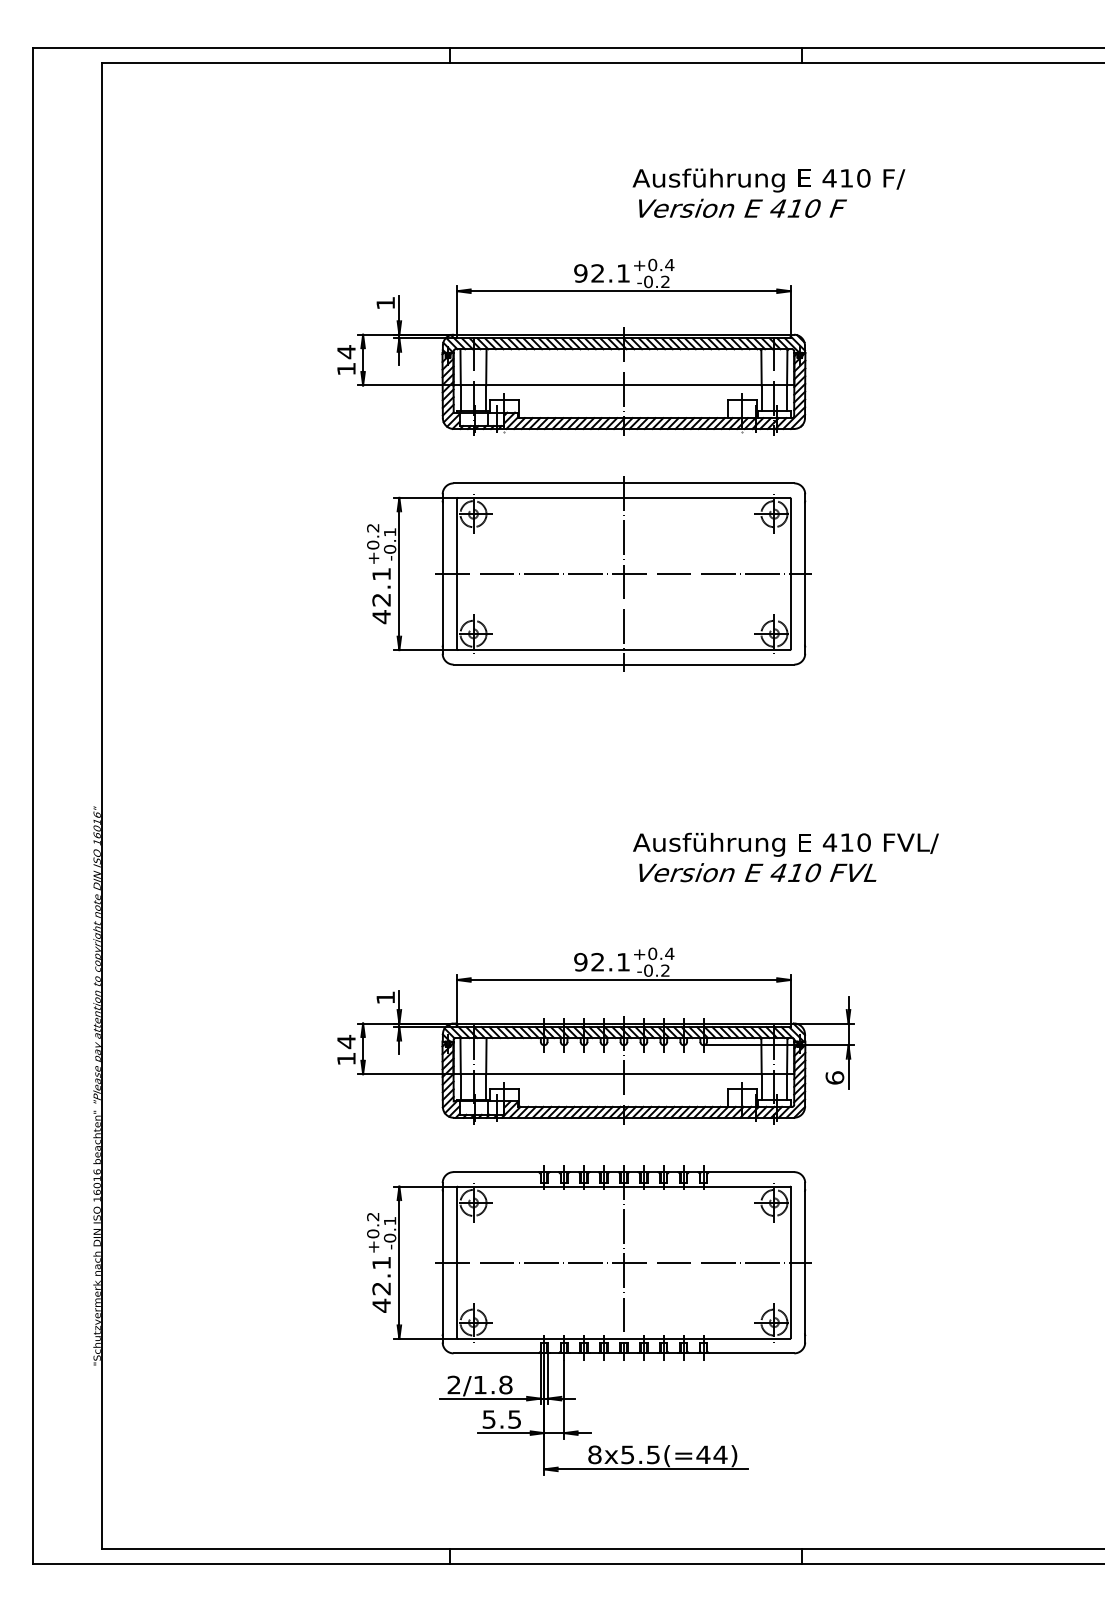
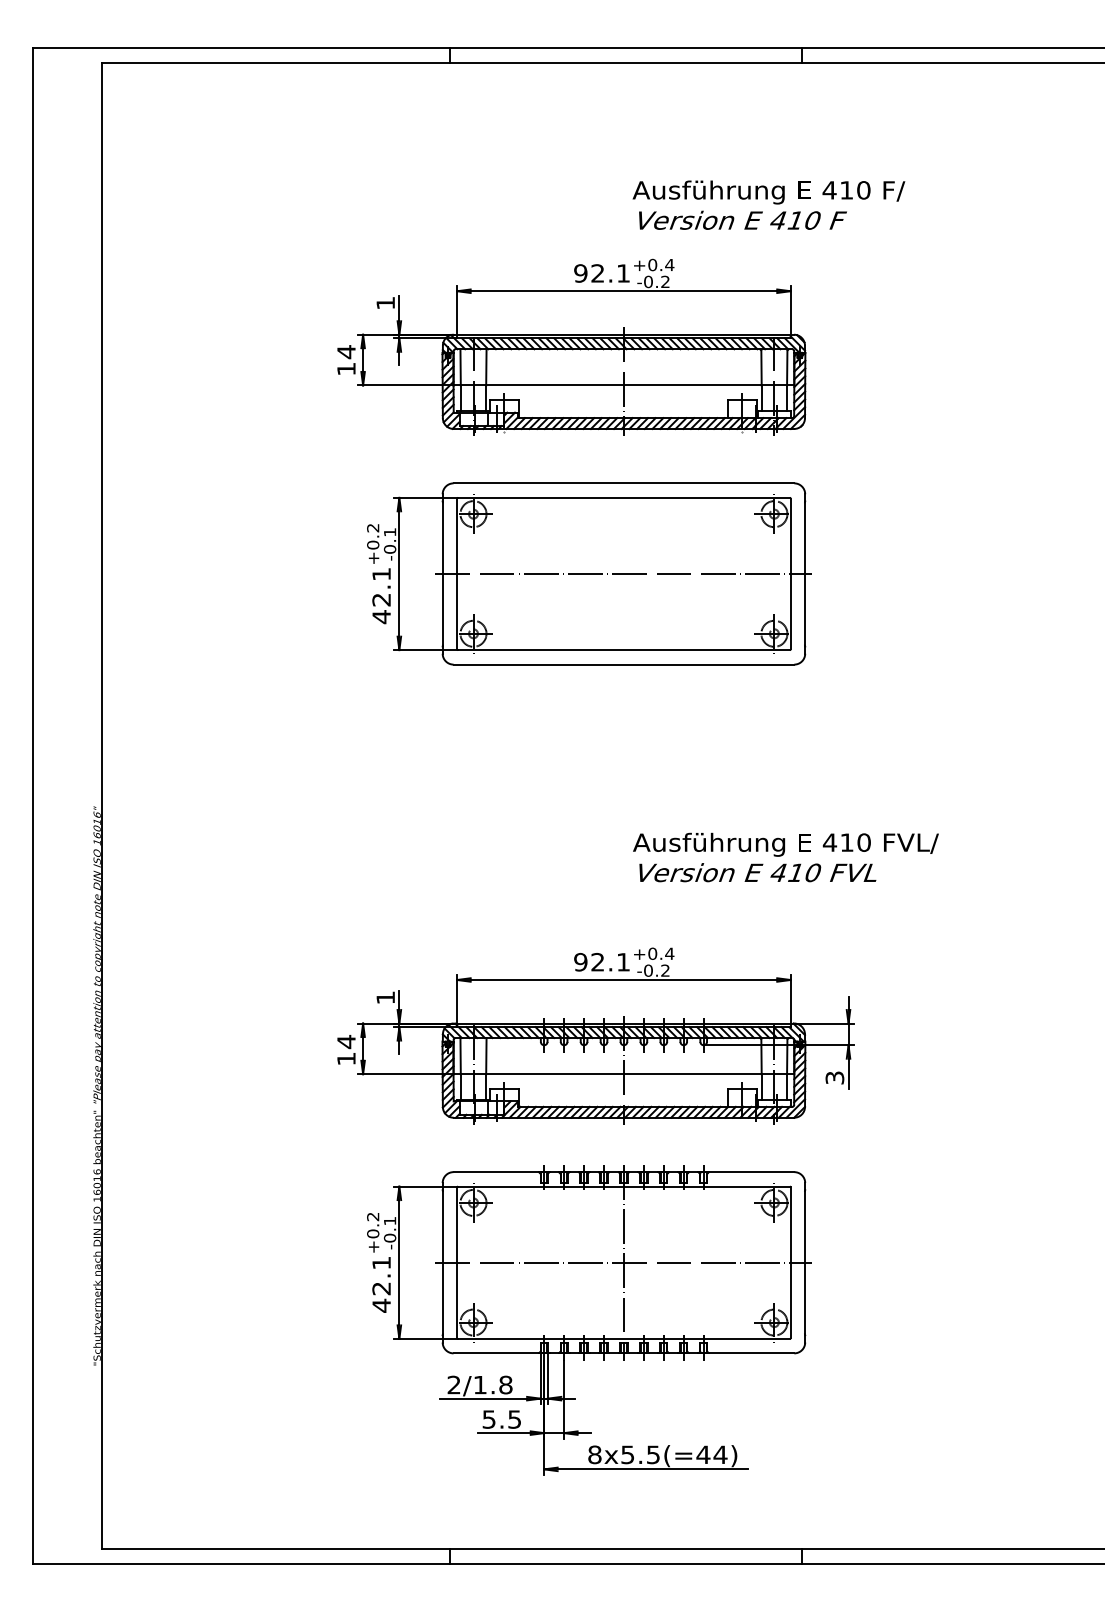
text at (768, 192) position: (768, 192) -> (768, 204)
line at (623, 573): present -> none
text at (834, 1077): 6 -> 3
